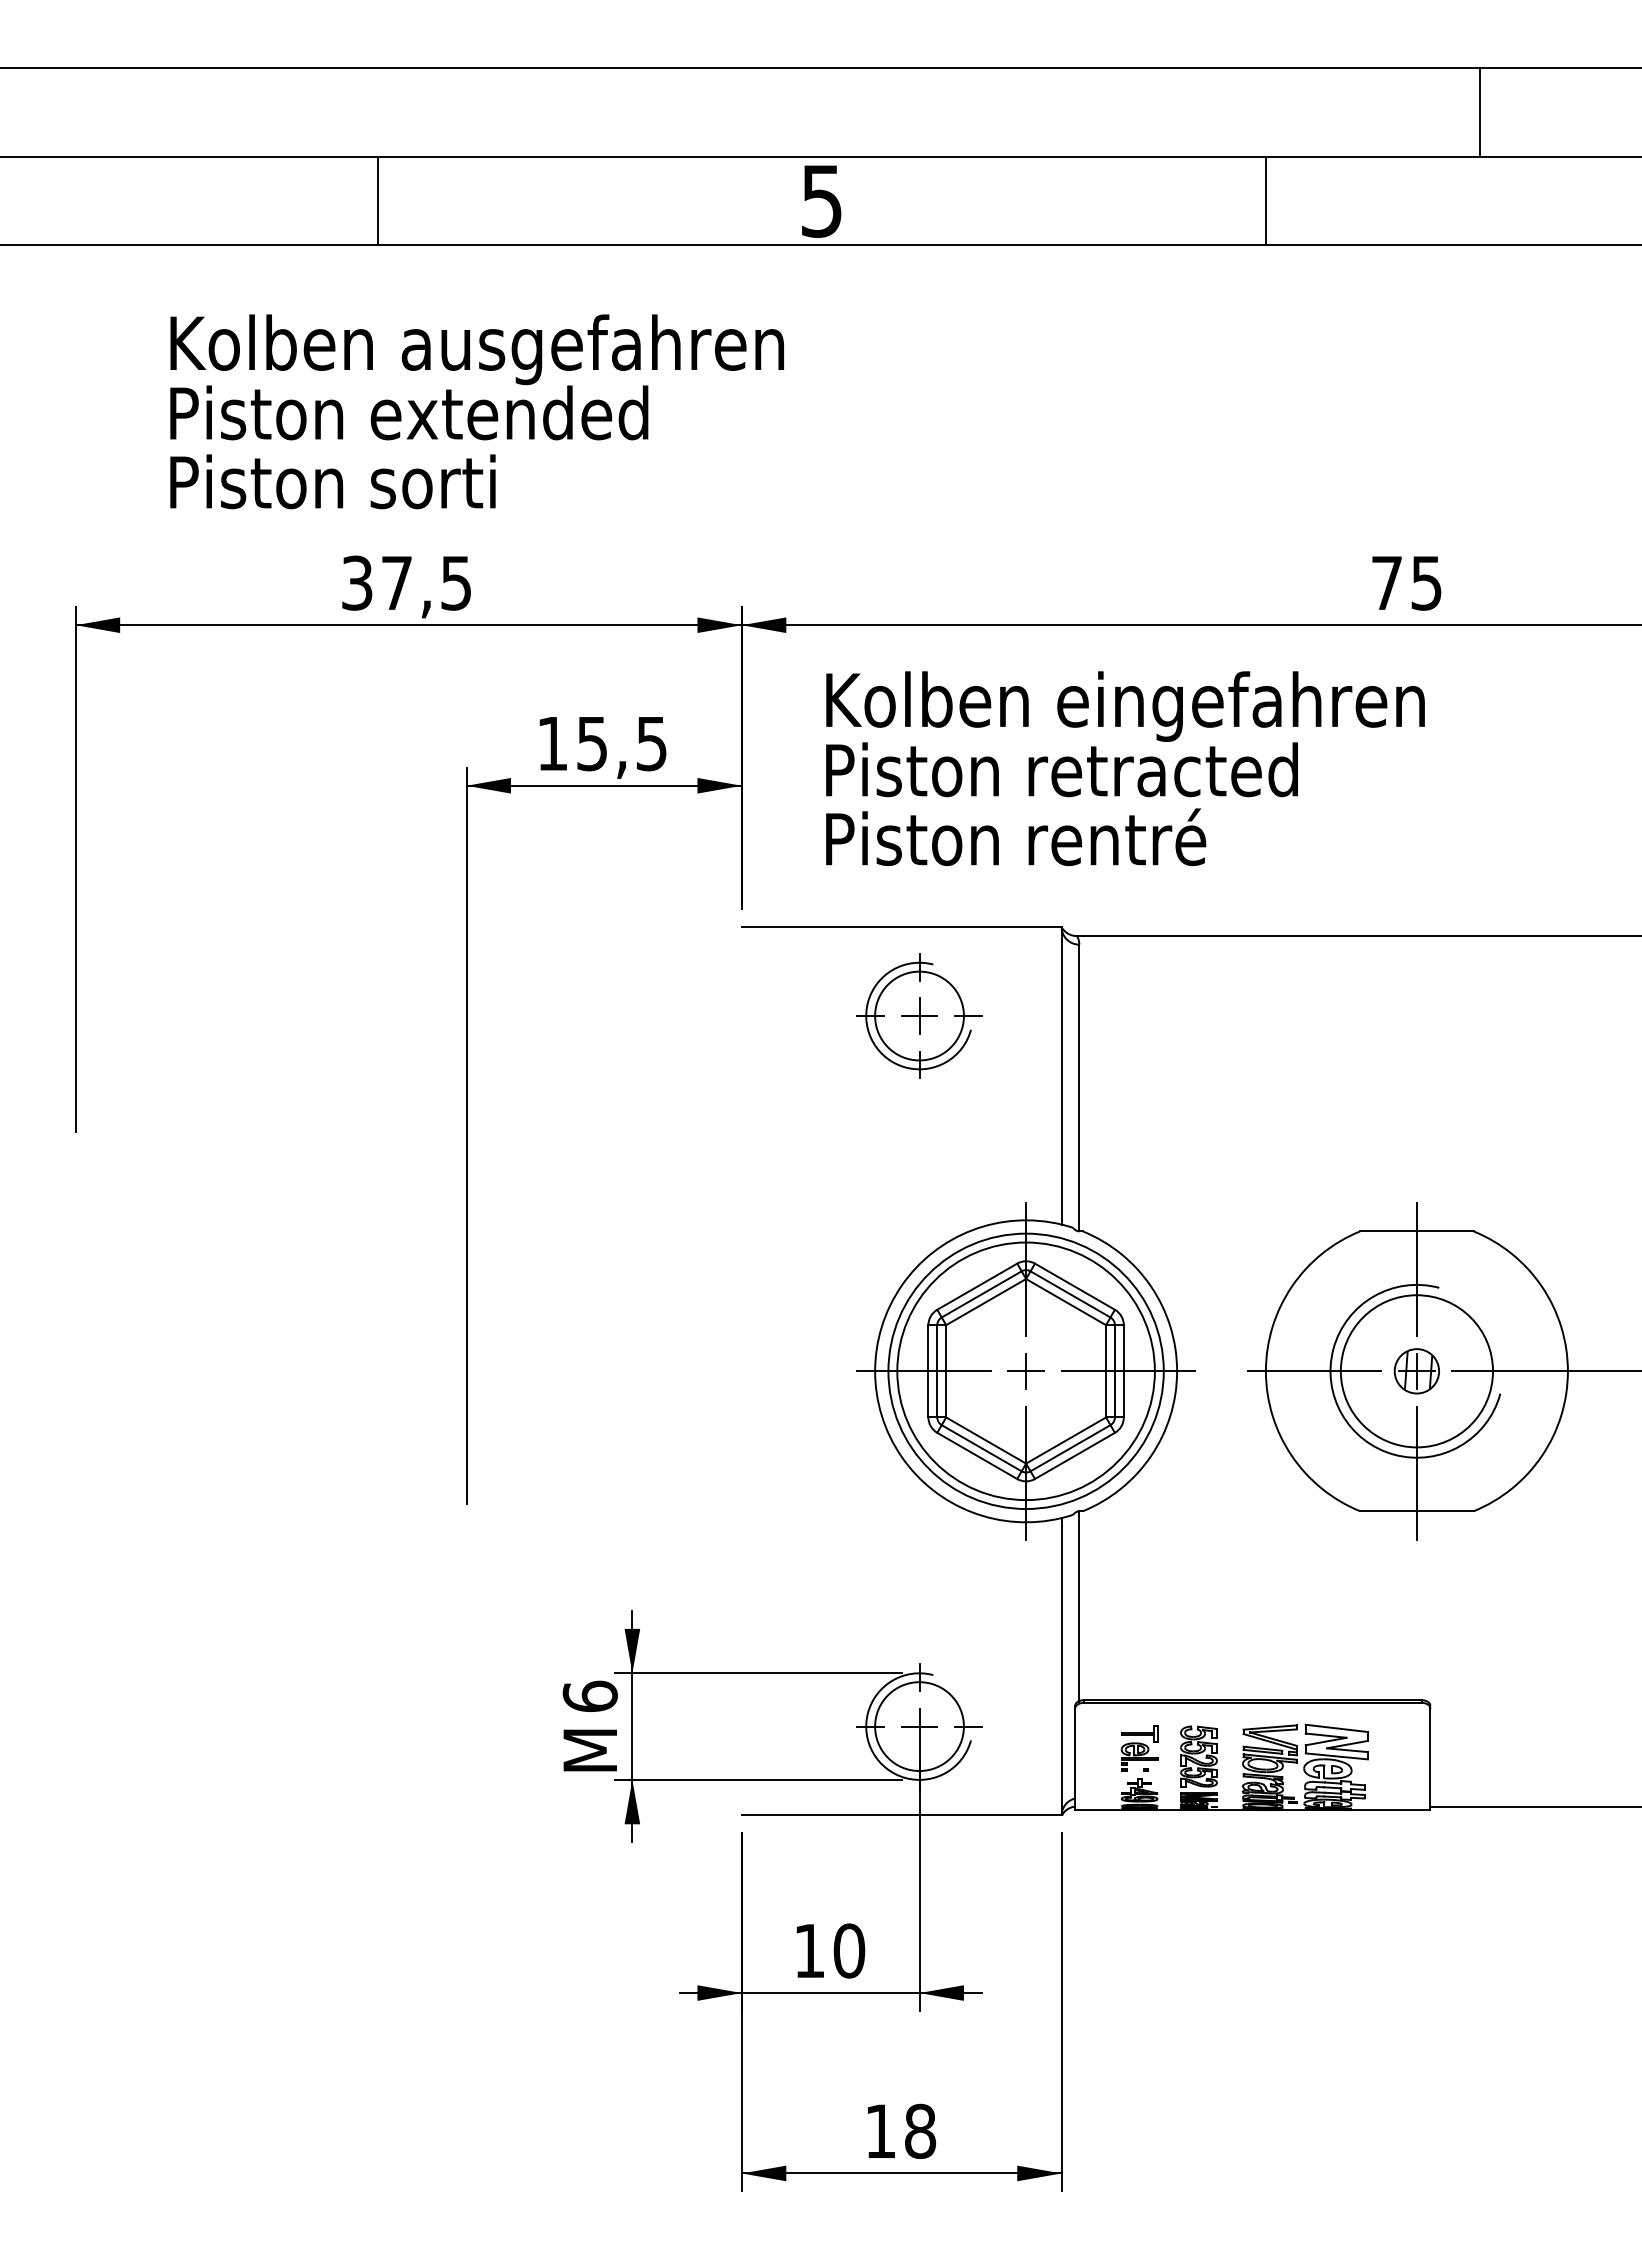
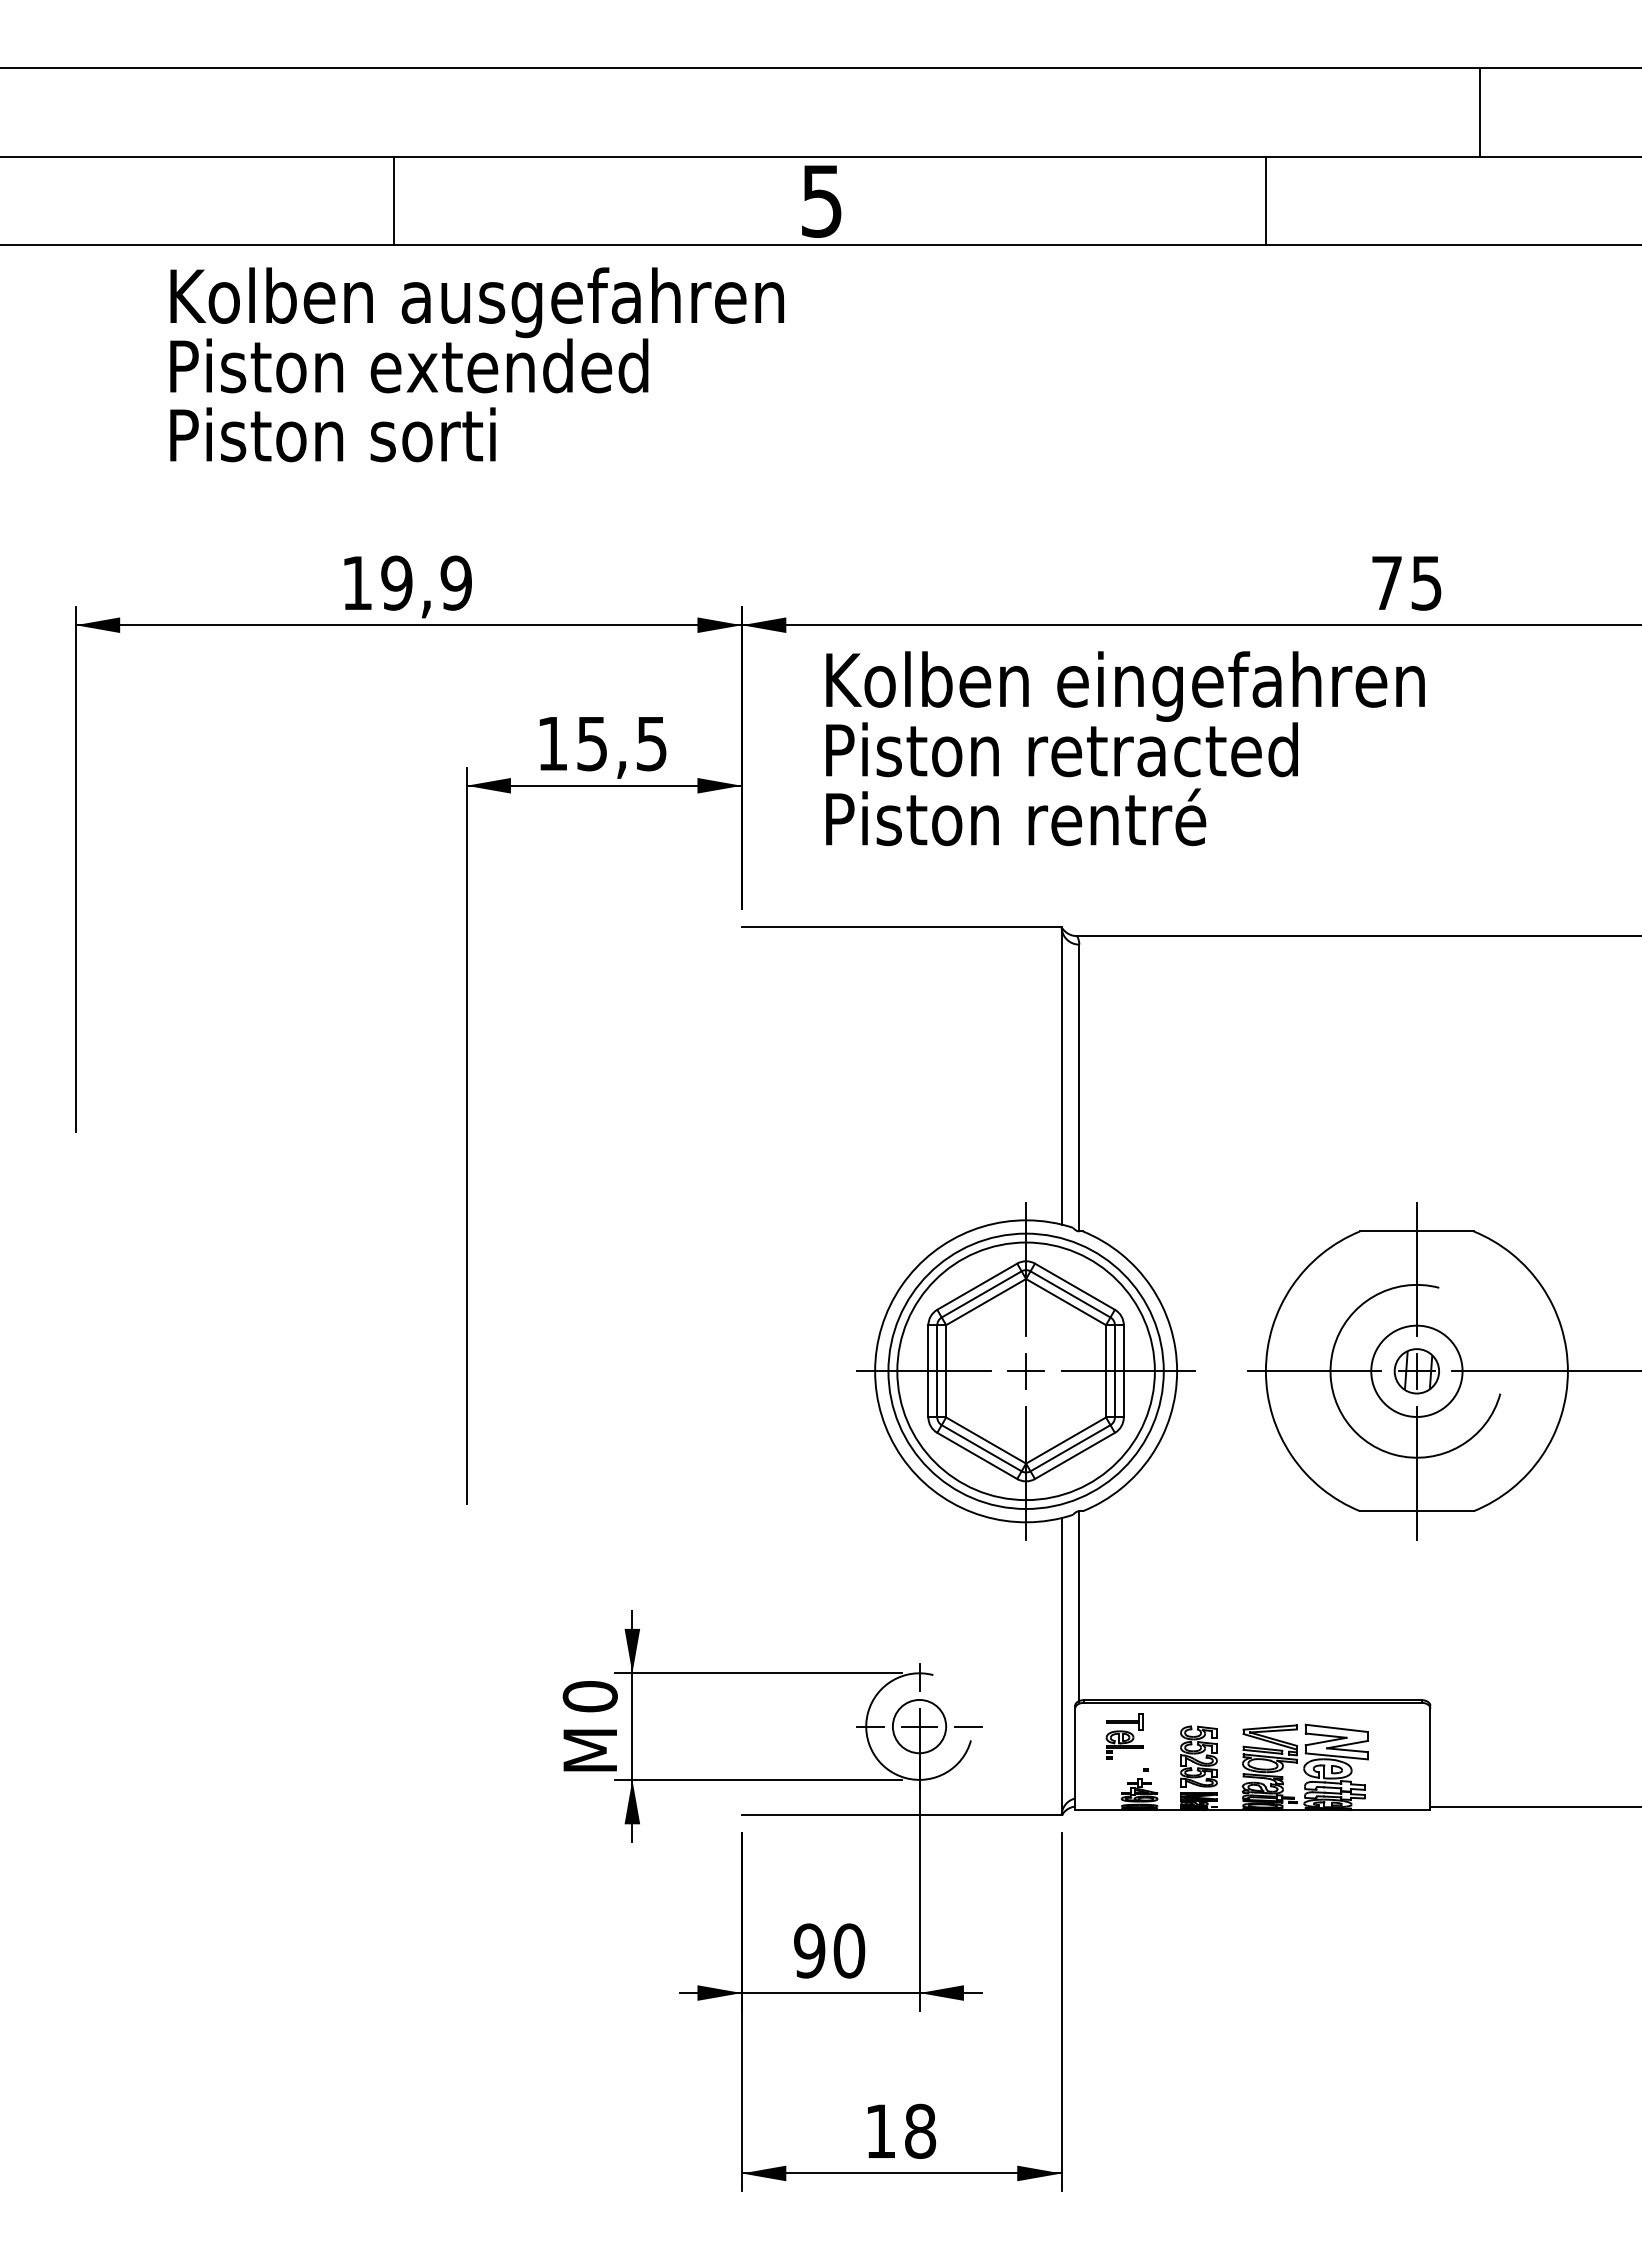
line at (378, 200) position: (378, 200) -> (394, 200)
text at (476, 411) position: (476, 411) -> (476, 364)
text at (406, 582): 37,5 -> 19,9
text at (1125, 768) position: (1125, 768) -> (1125, 748)
part at (919, 1015): present -> none
circle at (1416, 1371) diameter: 152 px -> 91 px
text at (589, 1696): 6 -> 0
circle at (919, 1726) diameter: 89 px -> 53 px
part at (1139, 1748) position: (1139, 1748) -> (1124, 1736)
text at (809, 1950): 10 -> 90
